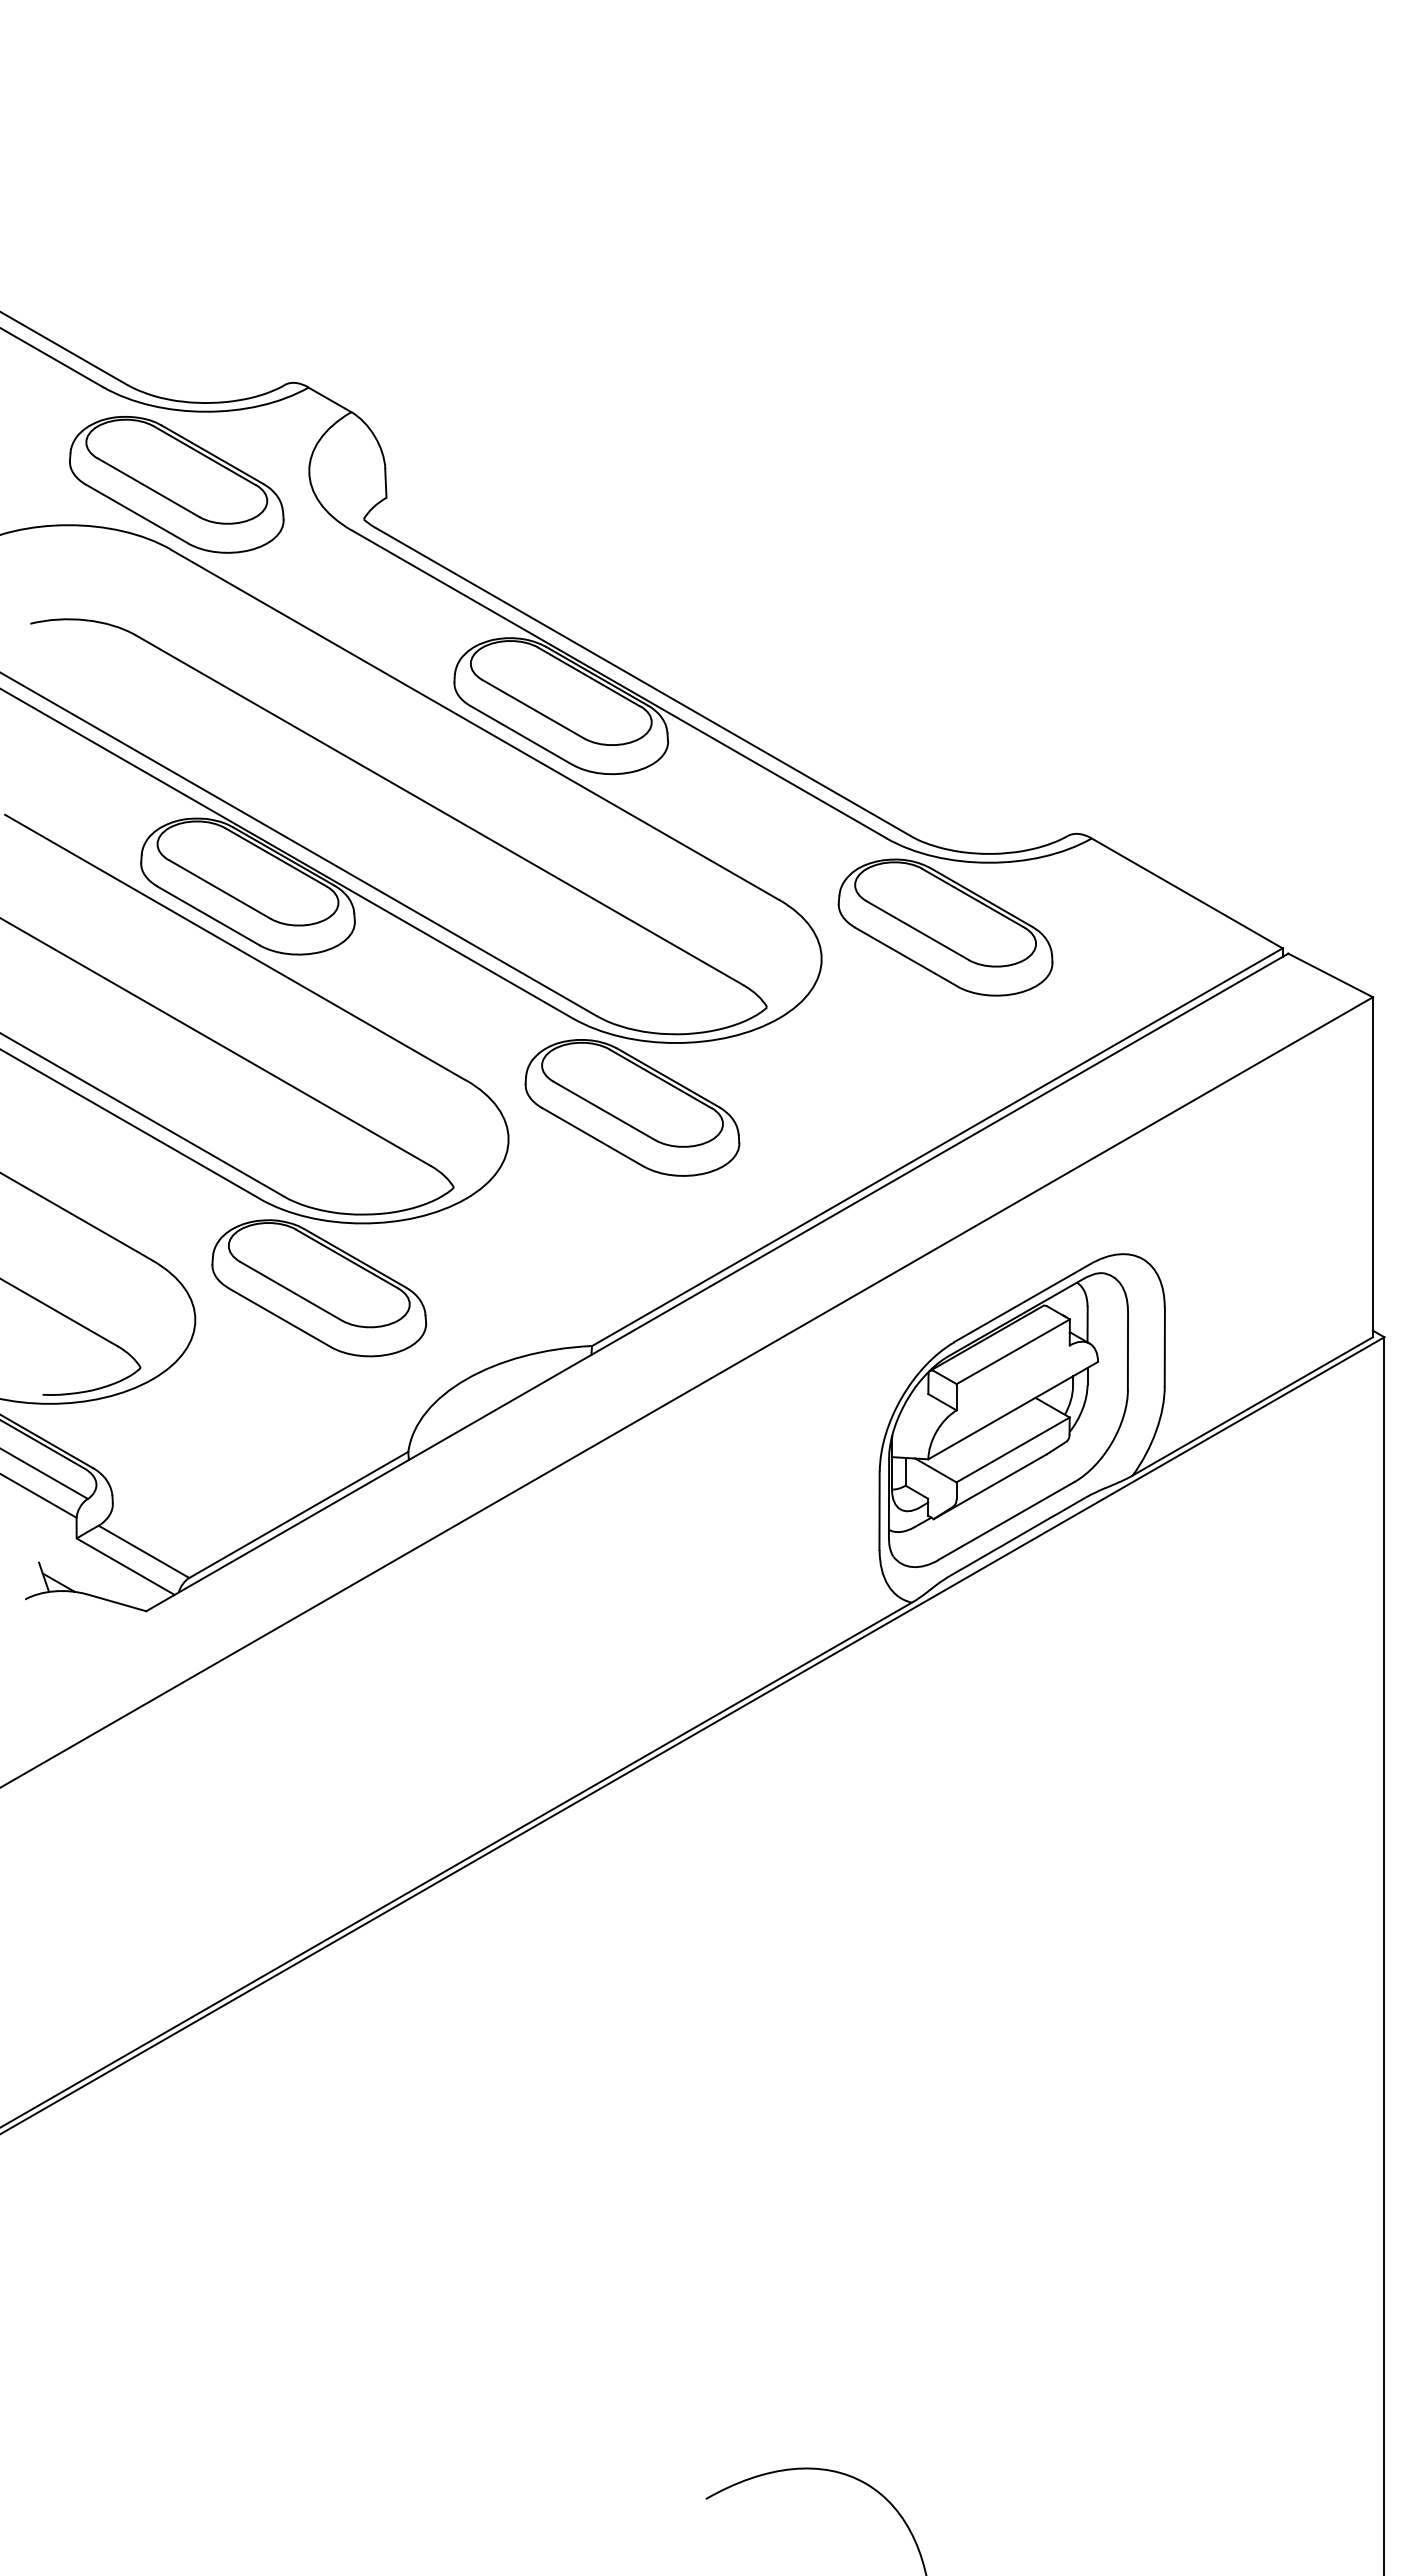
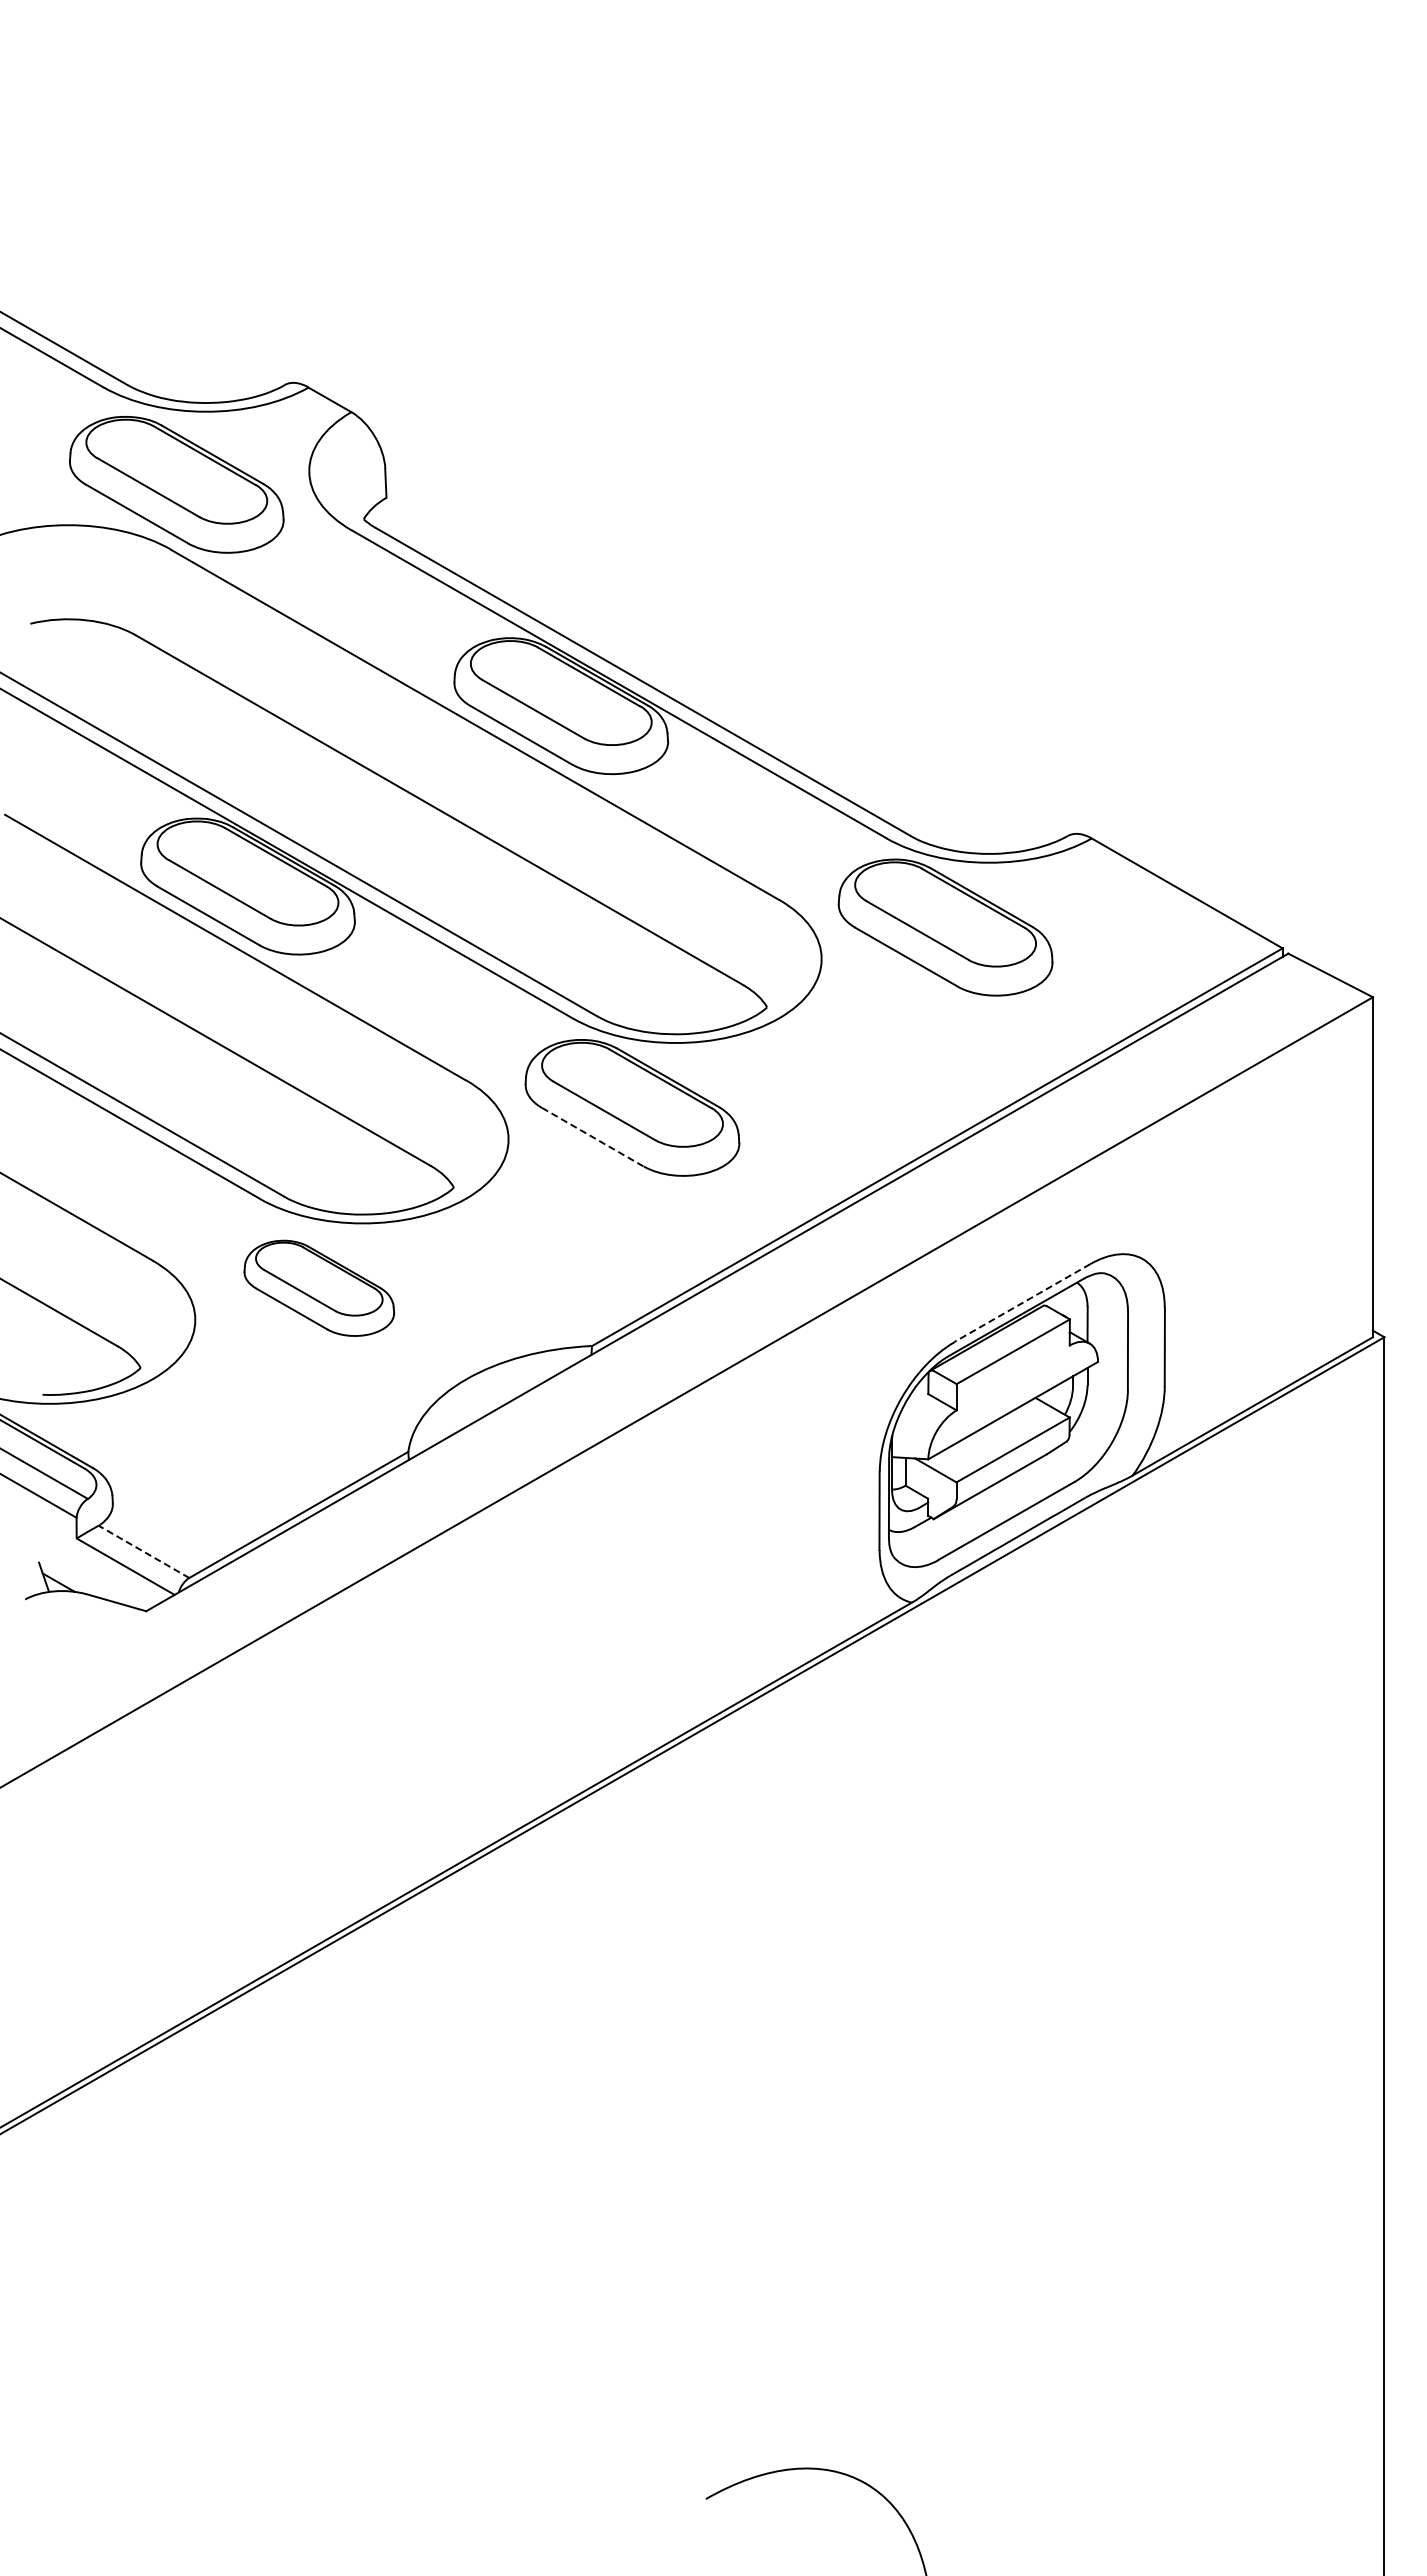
line at (592, 1137): solid -> dashed
part at (319, 1288) size: 217x139 px -> 153x98 px
line at (1021, 1303): solid -> dashed
line at (143, 1551): solid -> dashed
